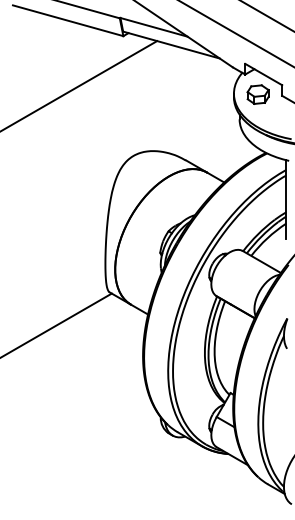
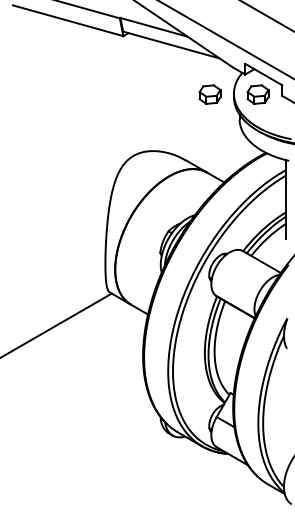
line at (236, 33) position: (236, 33) -> (226, 39)
line at (79, 85): present -> none
part at (209, 94): none -> present
